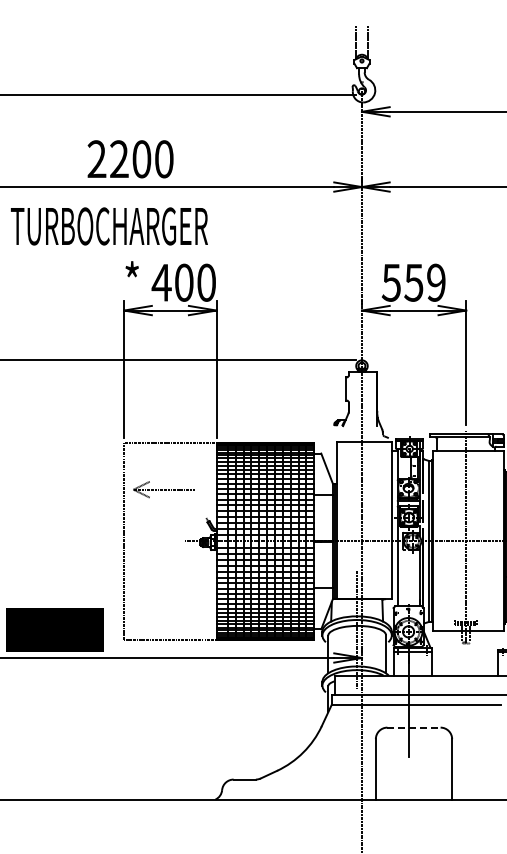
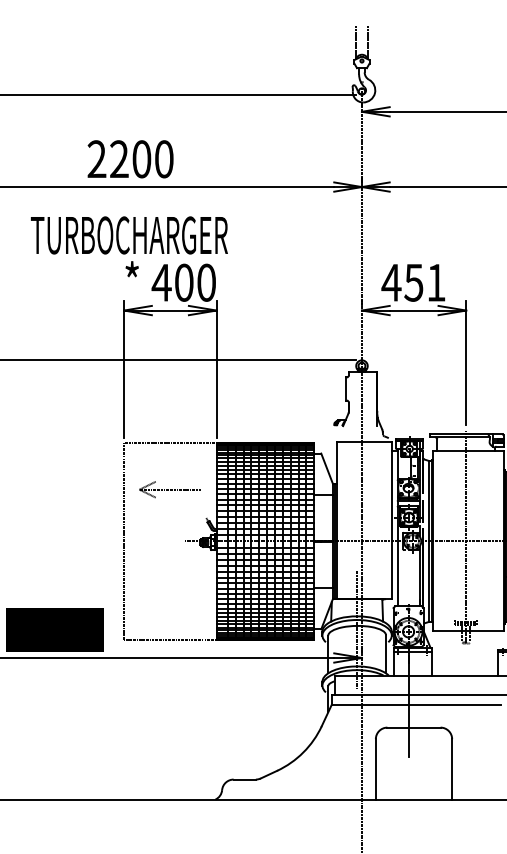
text at (109, 226) position: (109, 226) -> (129, 235)
text at (413, 282): 559 -> 451
part at (163, 489) position: (163, 489) -> (169, 489)
line at (414, 727): dashed -> solid
